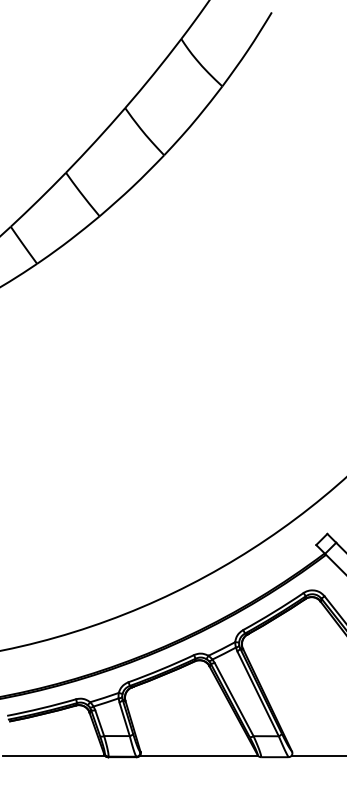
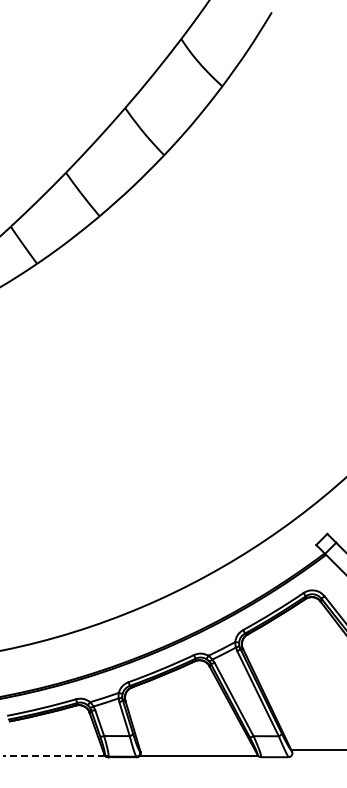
line at (53, 755): solid -> dashed
line at (317, 755) position: (317, 755) -> (317, 749)
